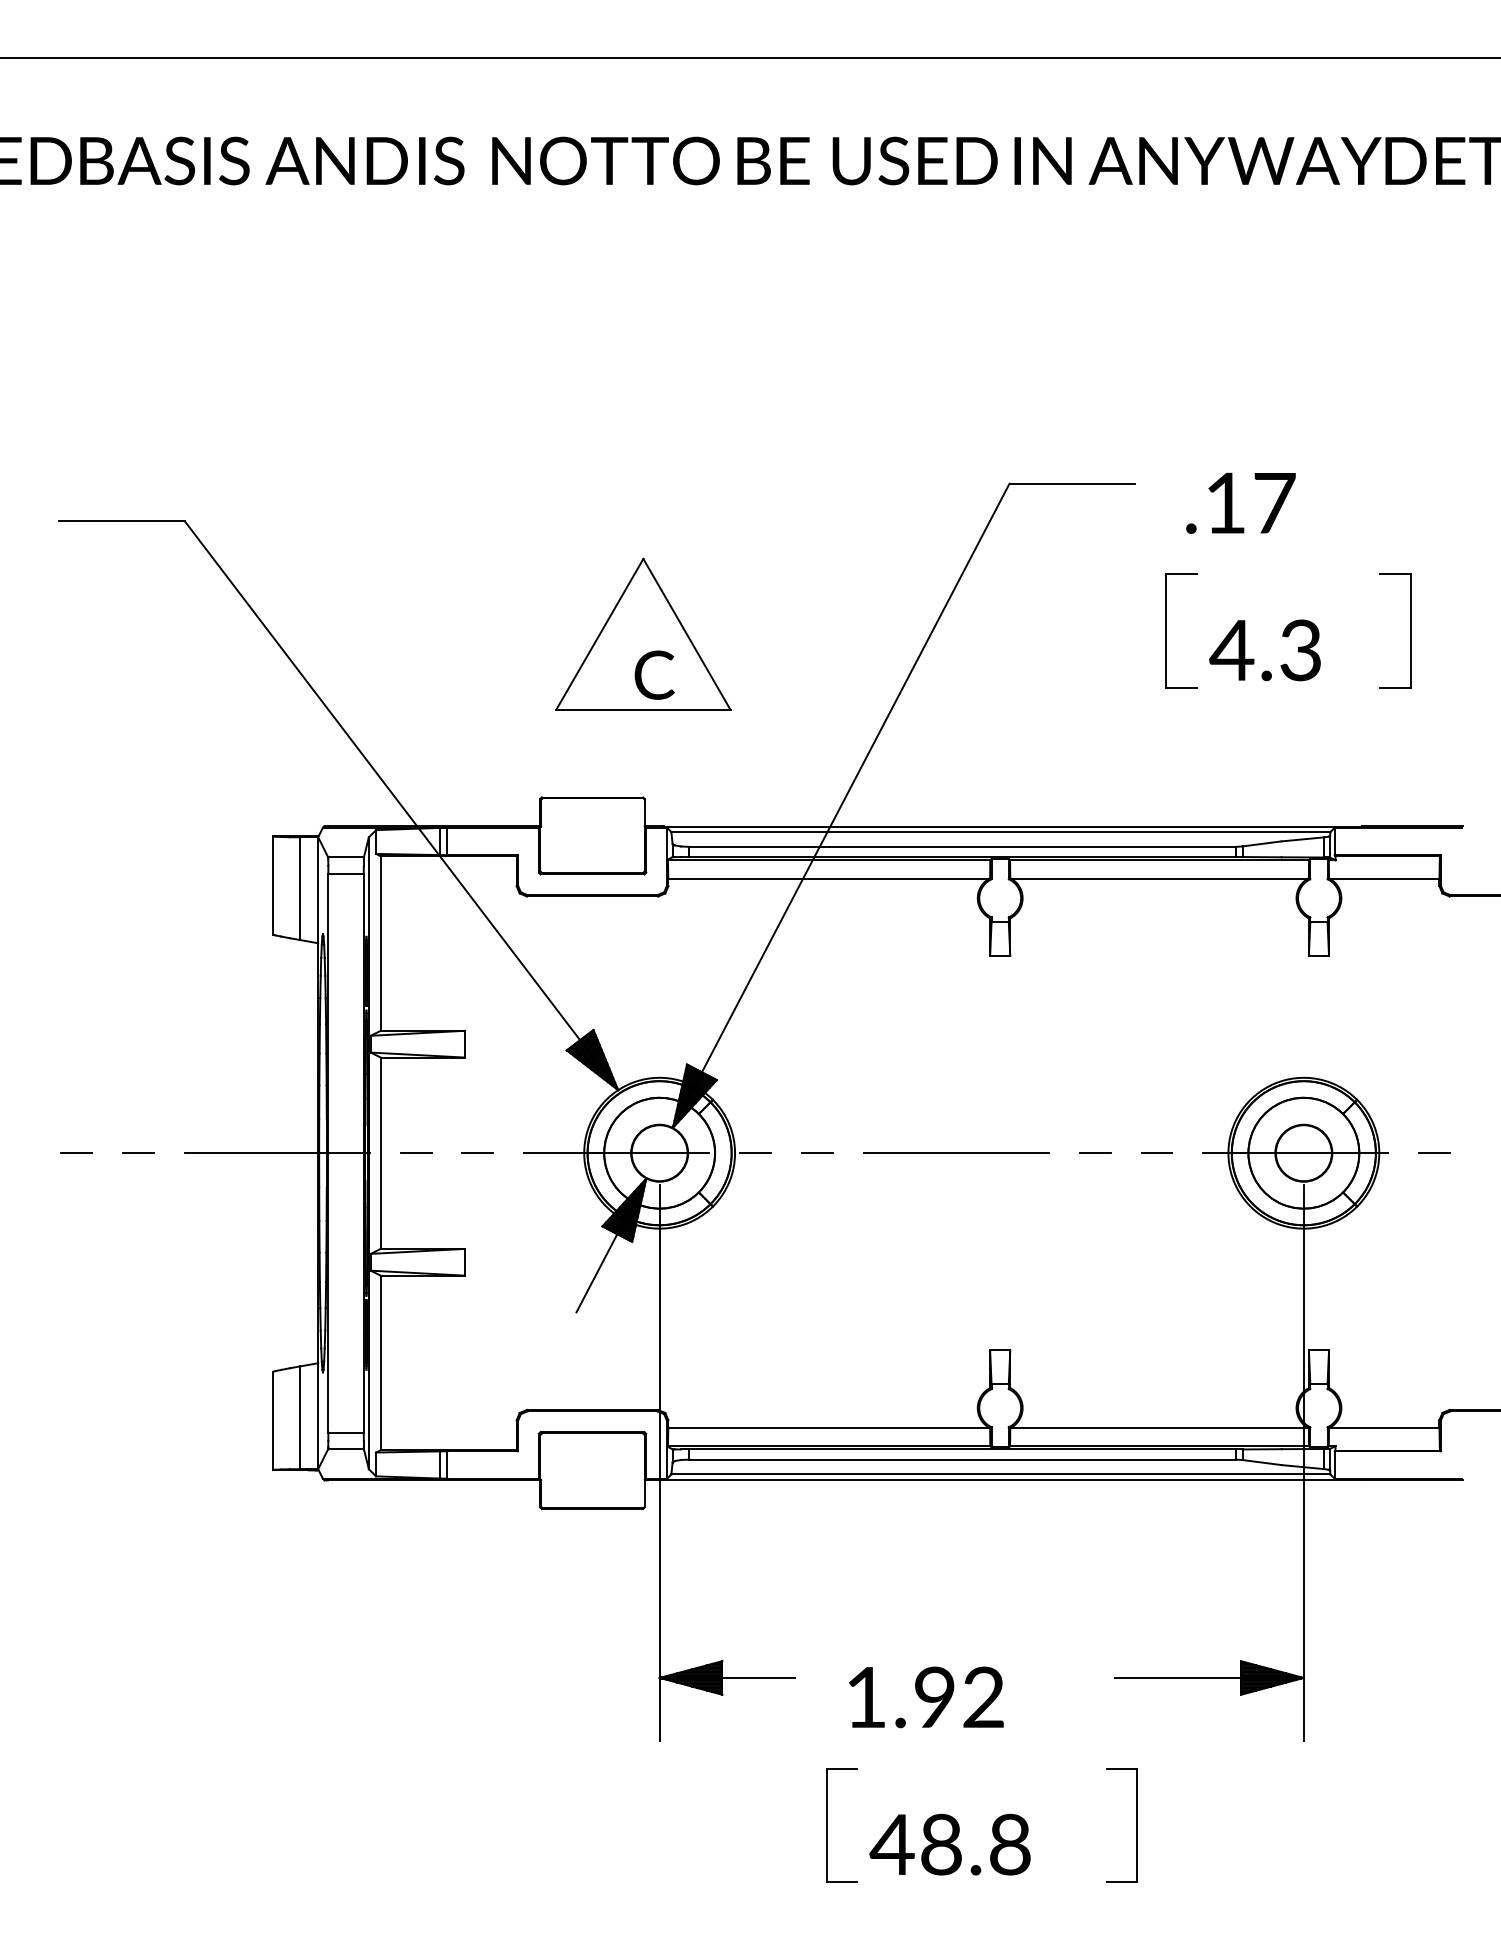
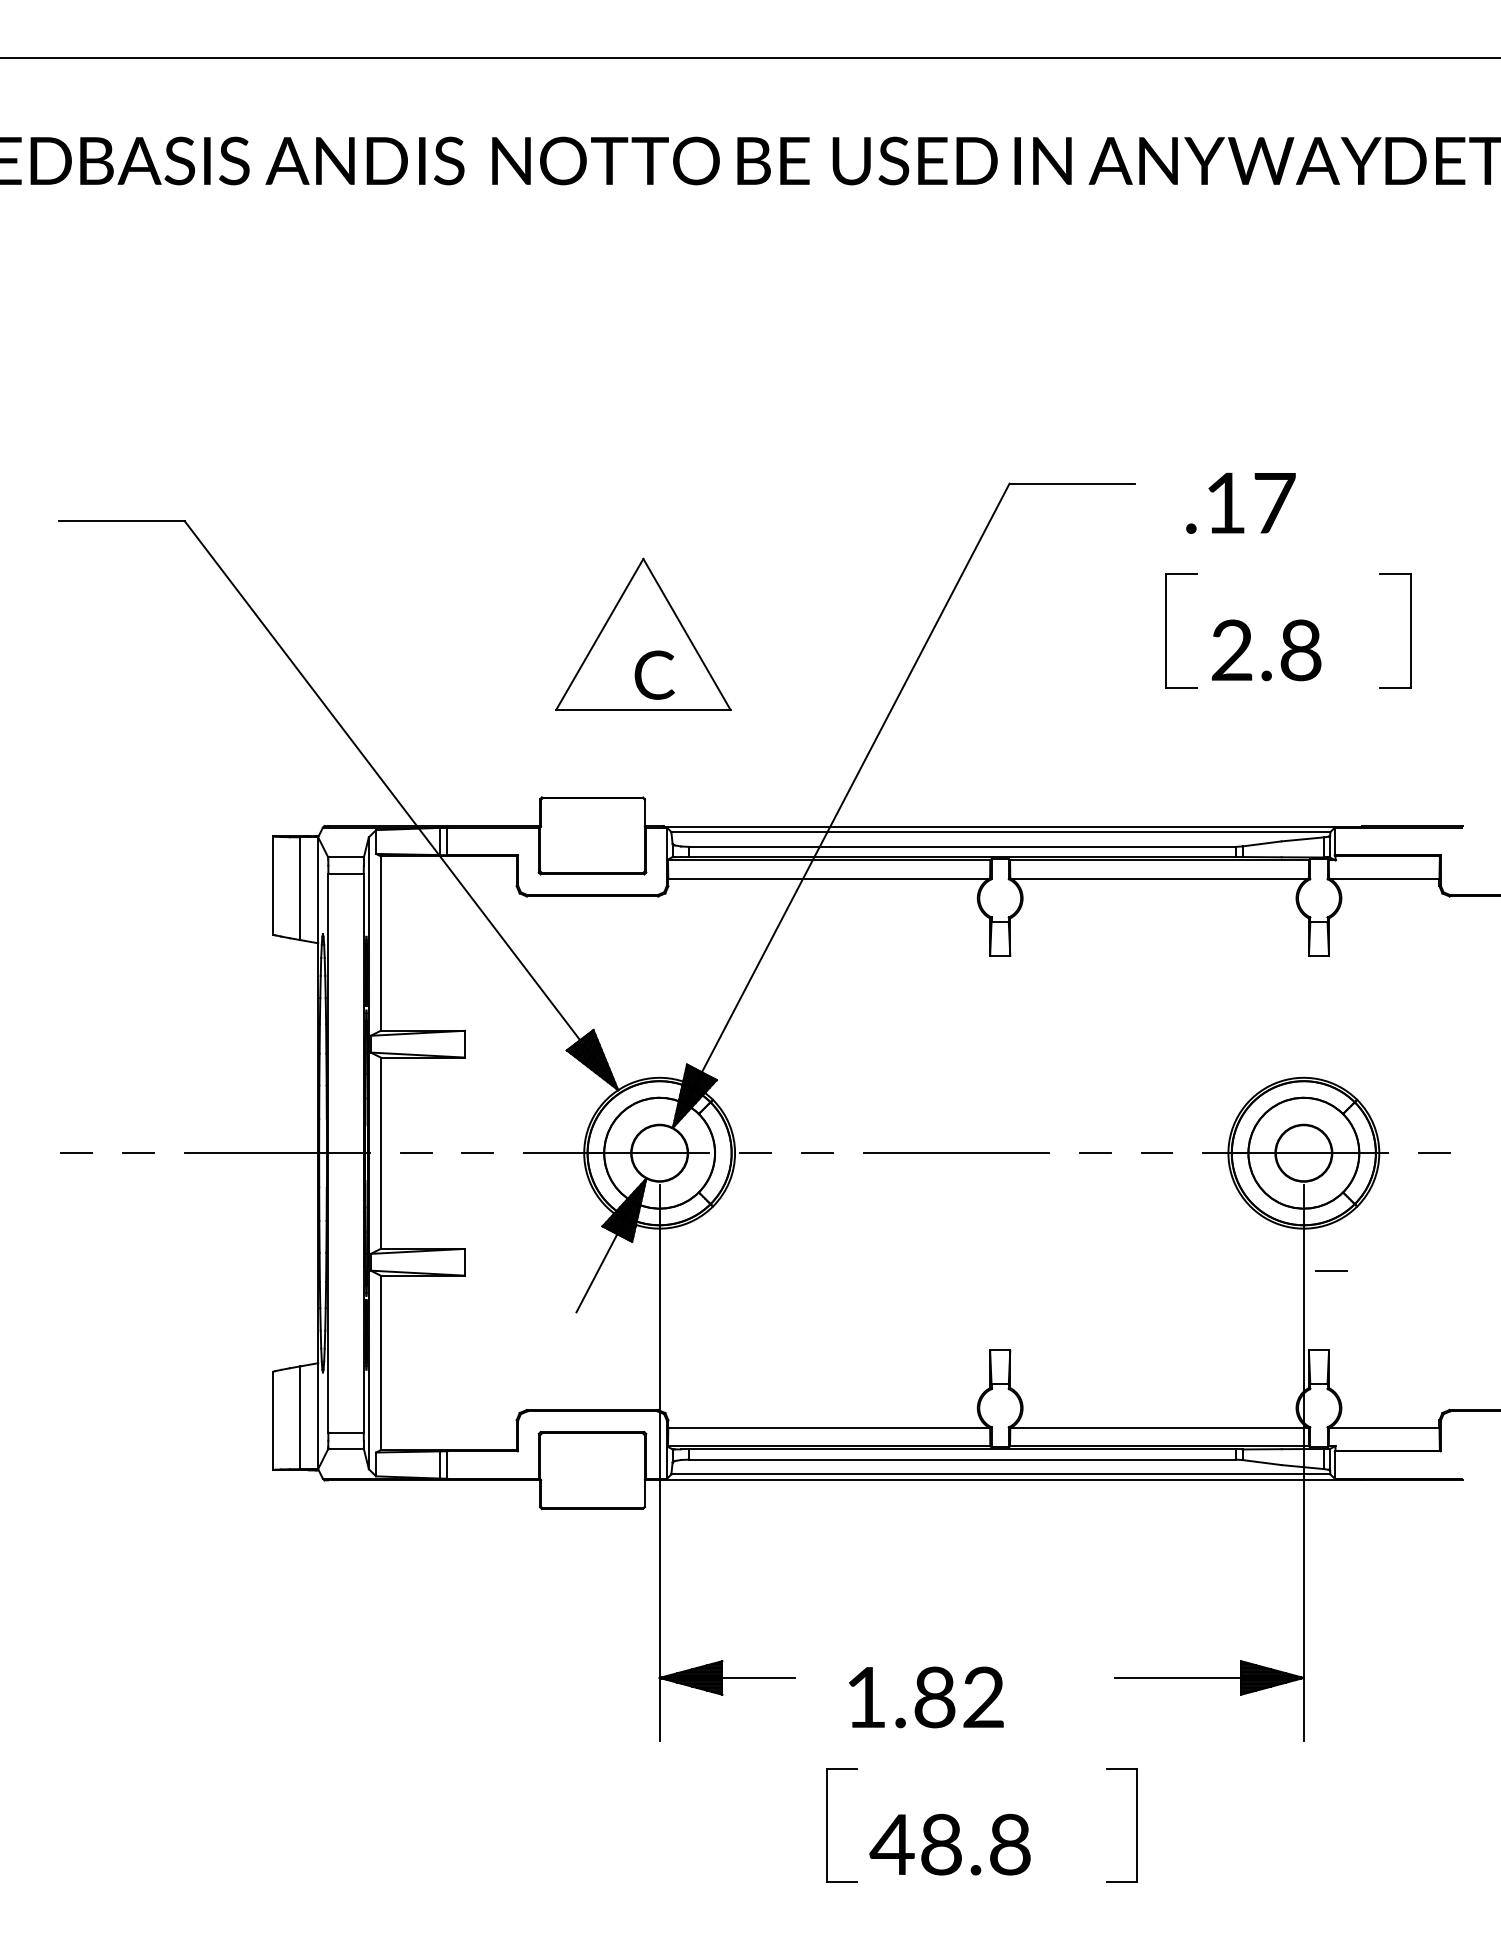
text at (1265, 649): 4.3 -> 2.8
line at (1331, 1270): none -> present
text at (934, 1698): 1.92 -> 1.82
